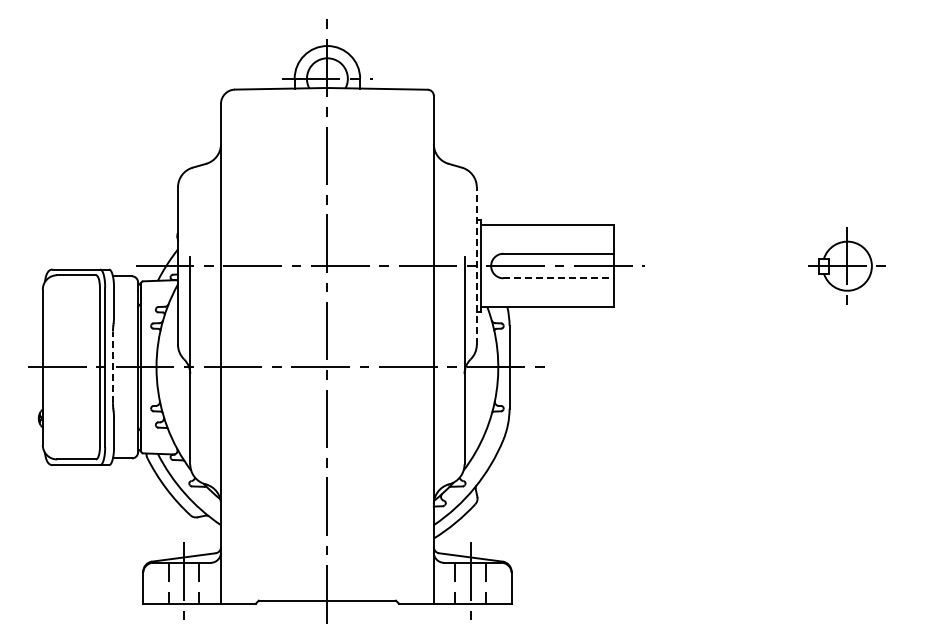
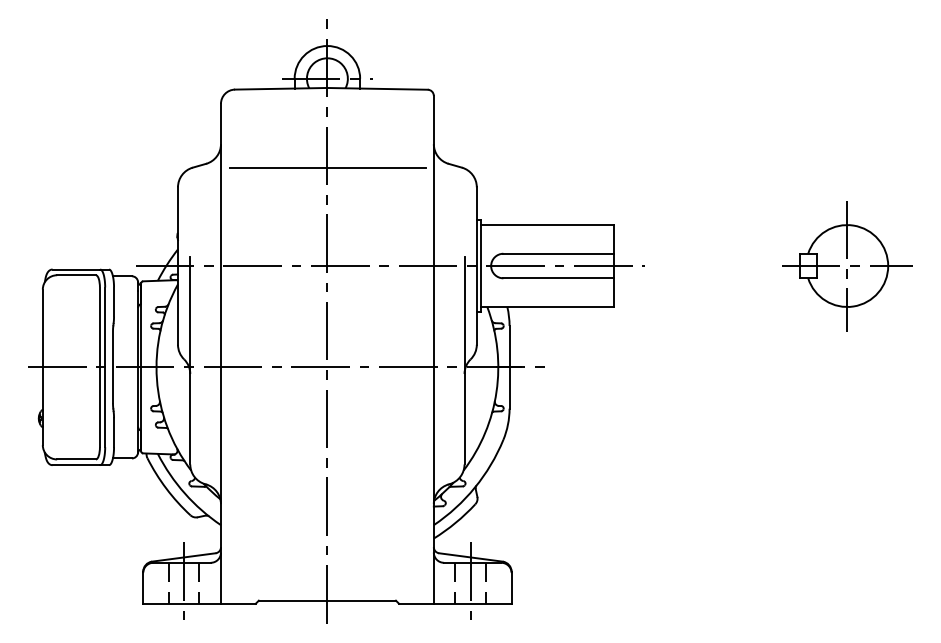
line at (327, 167): none -> present
part at (846, 265) size: 78x78 px -> 131x131 px
line at (476, 266): dashed -> solid
line at (559, 278): dashed -> solid
line at (112, 367): dashed -> solid
